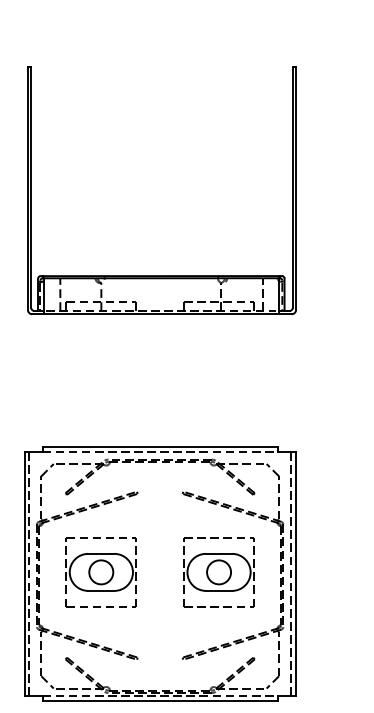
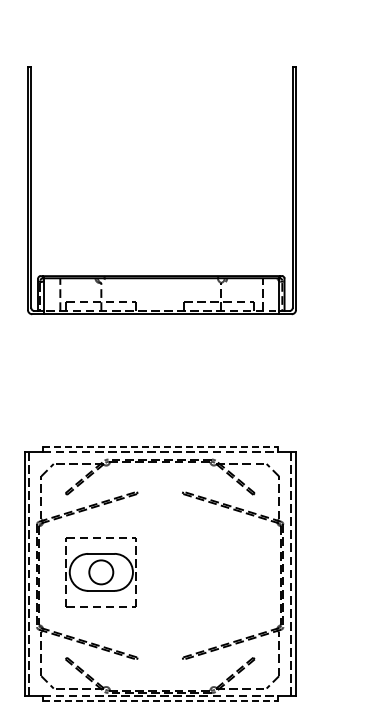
line at (160, 447): solid -> dashed
part at (218, 572): present -> none
line at (160, 700): solid -> dashed
